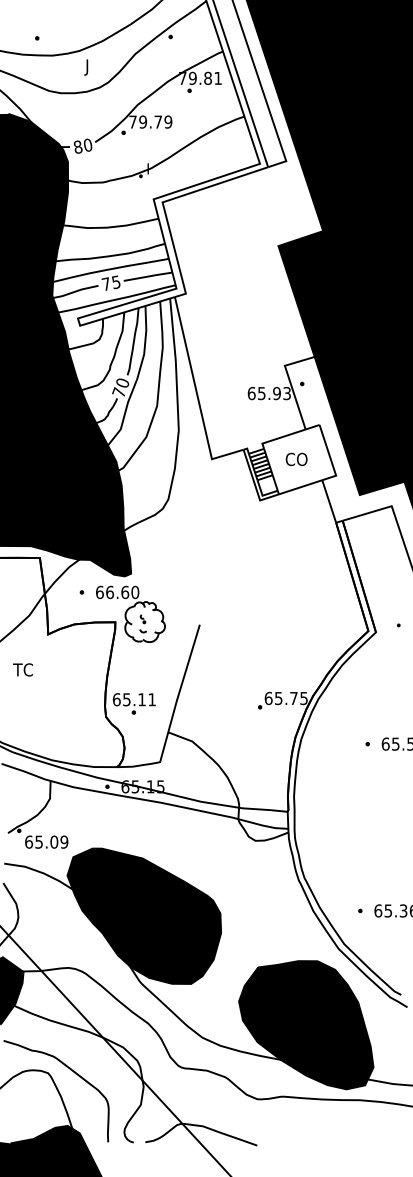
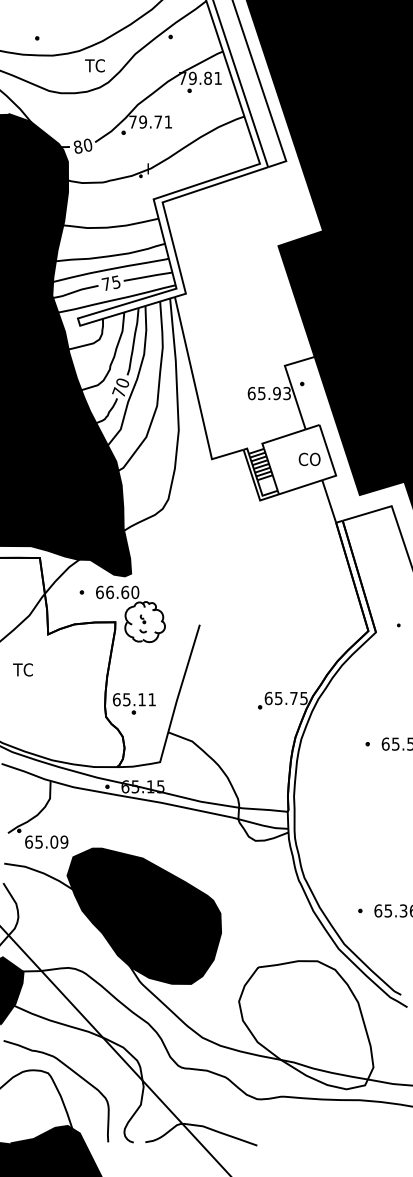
text at (94, 67): J -> TC
text at (168, 121): 79.79 -> 79.71
text at (296, 459) position: (296, 459) -> (309, 459)
fill at (306, 1025): present -> none
